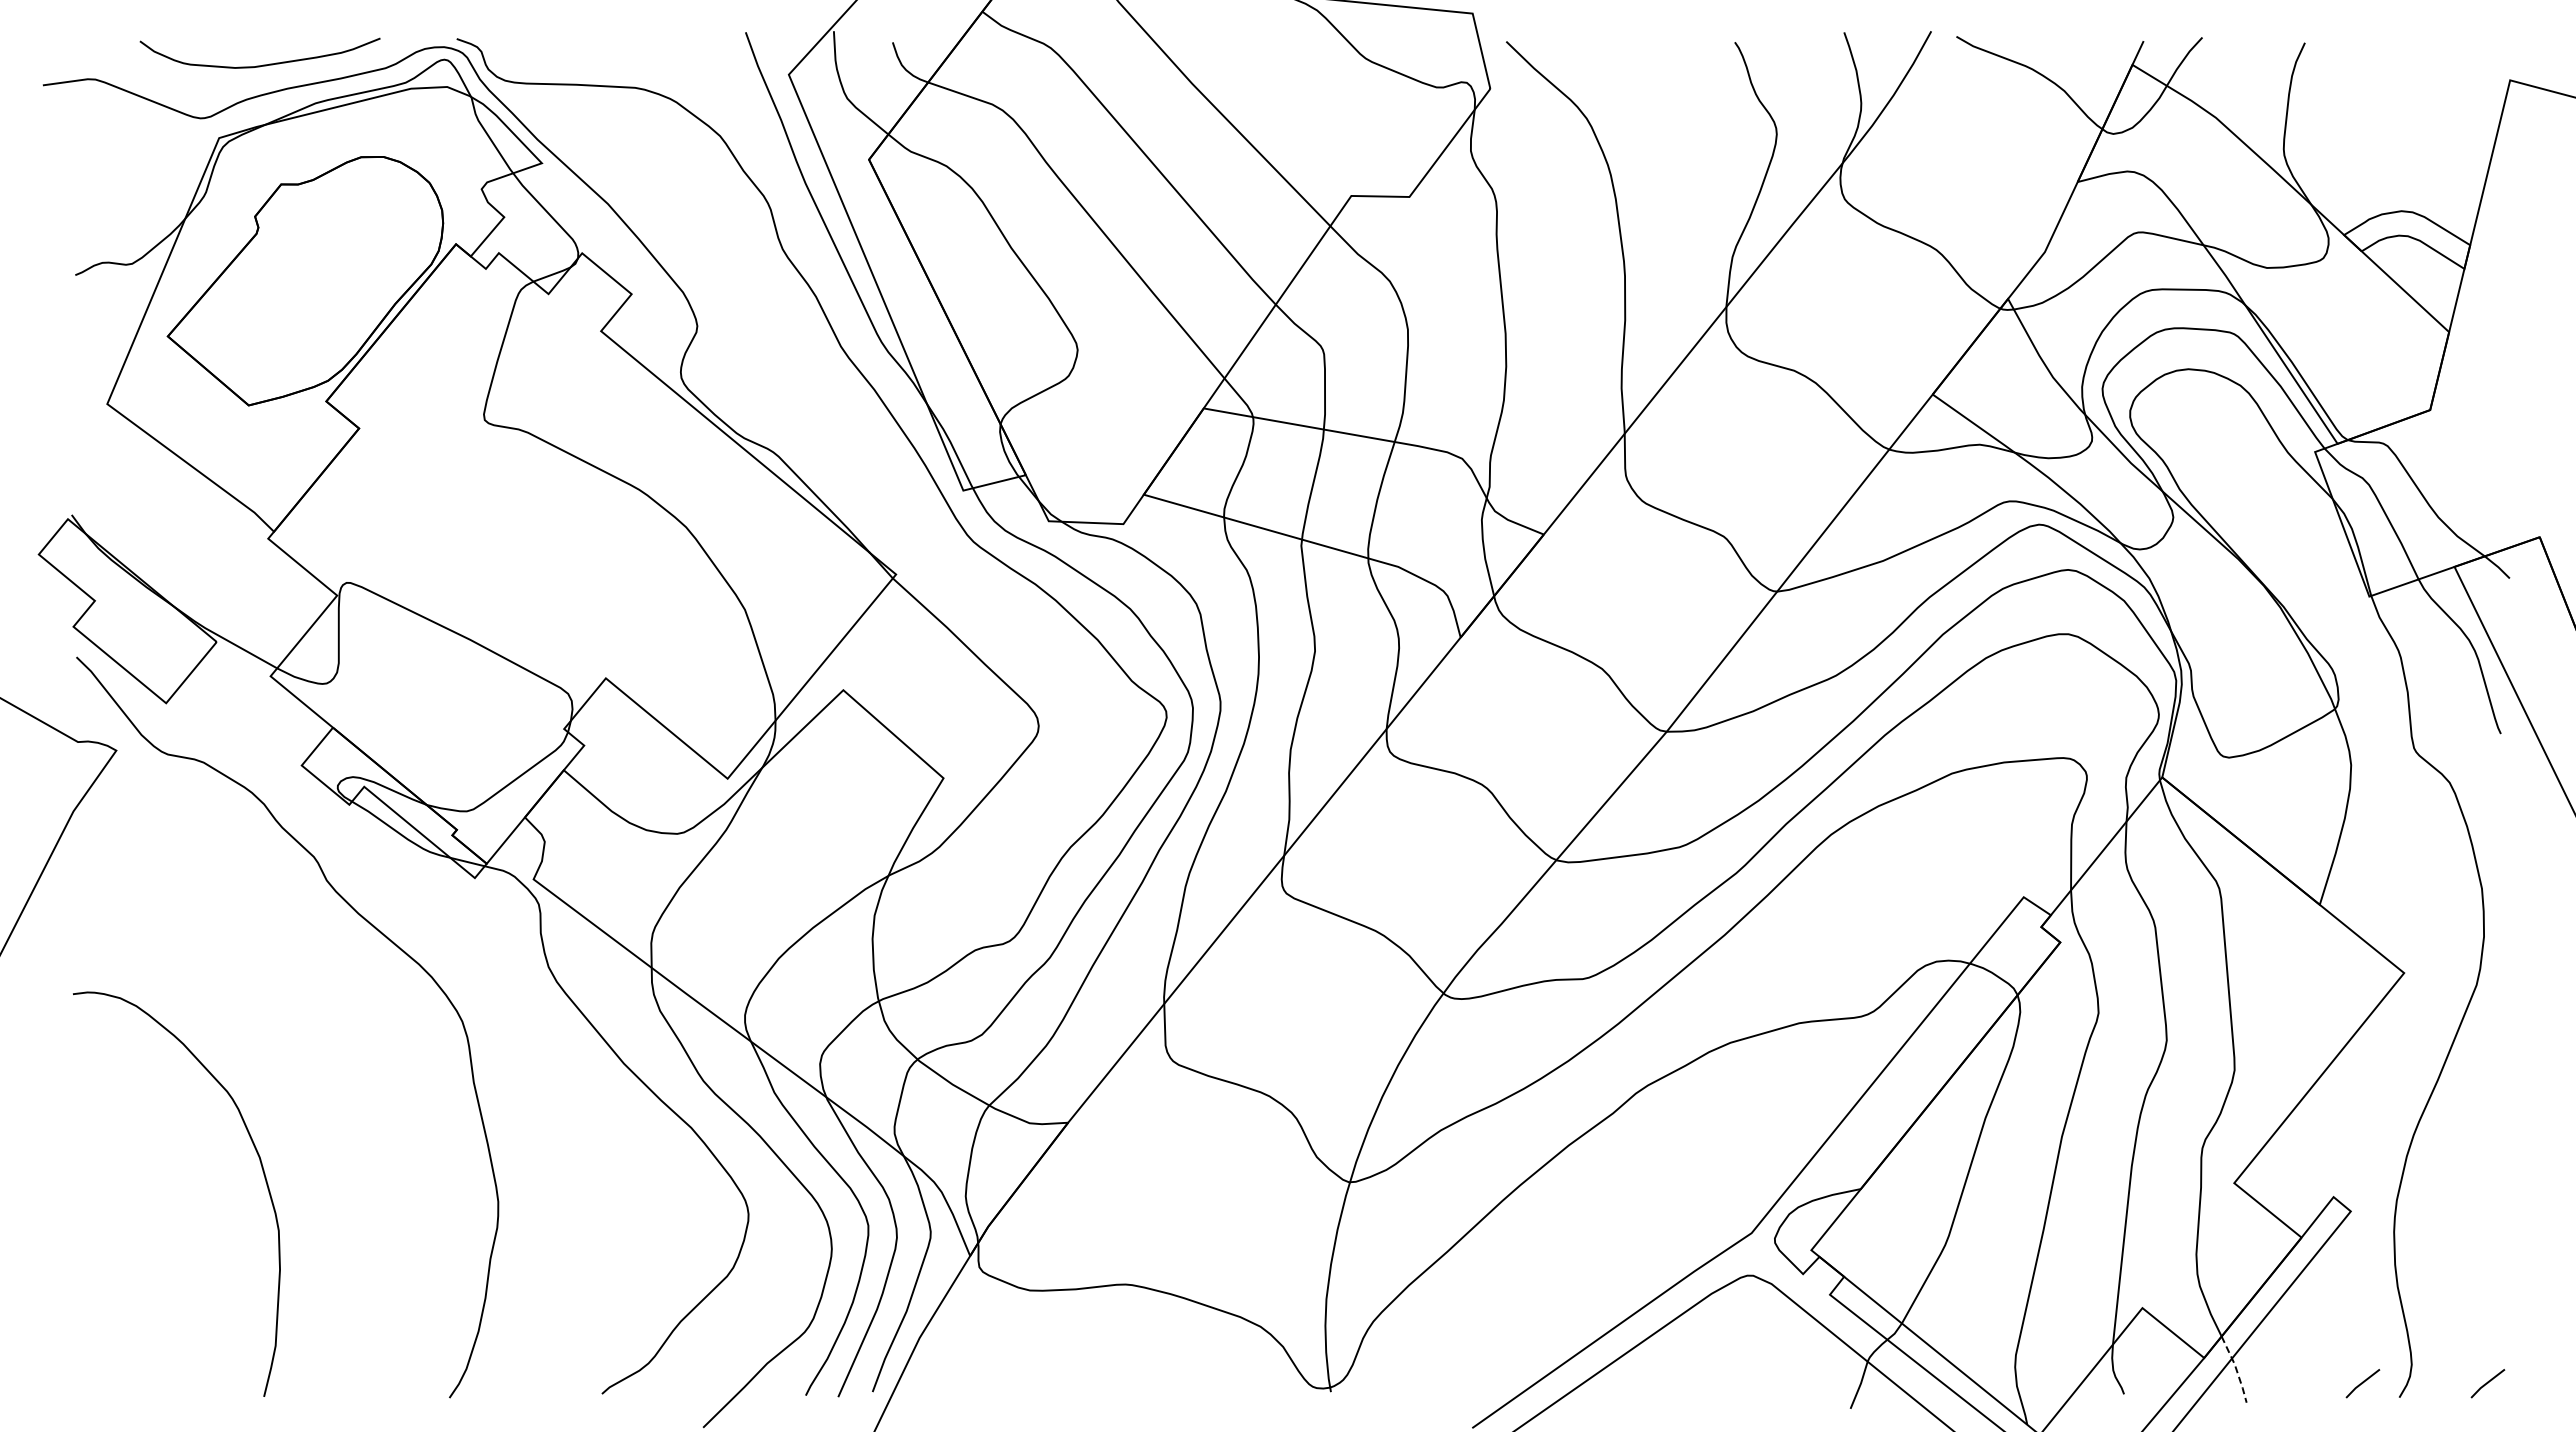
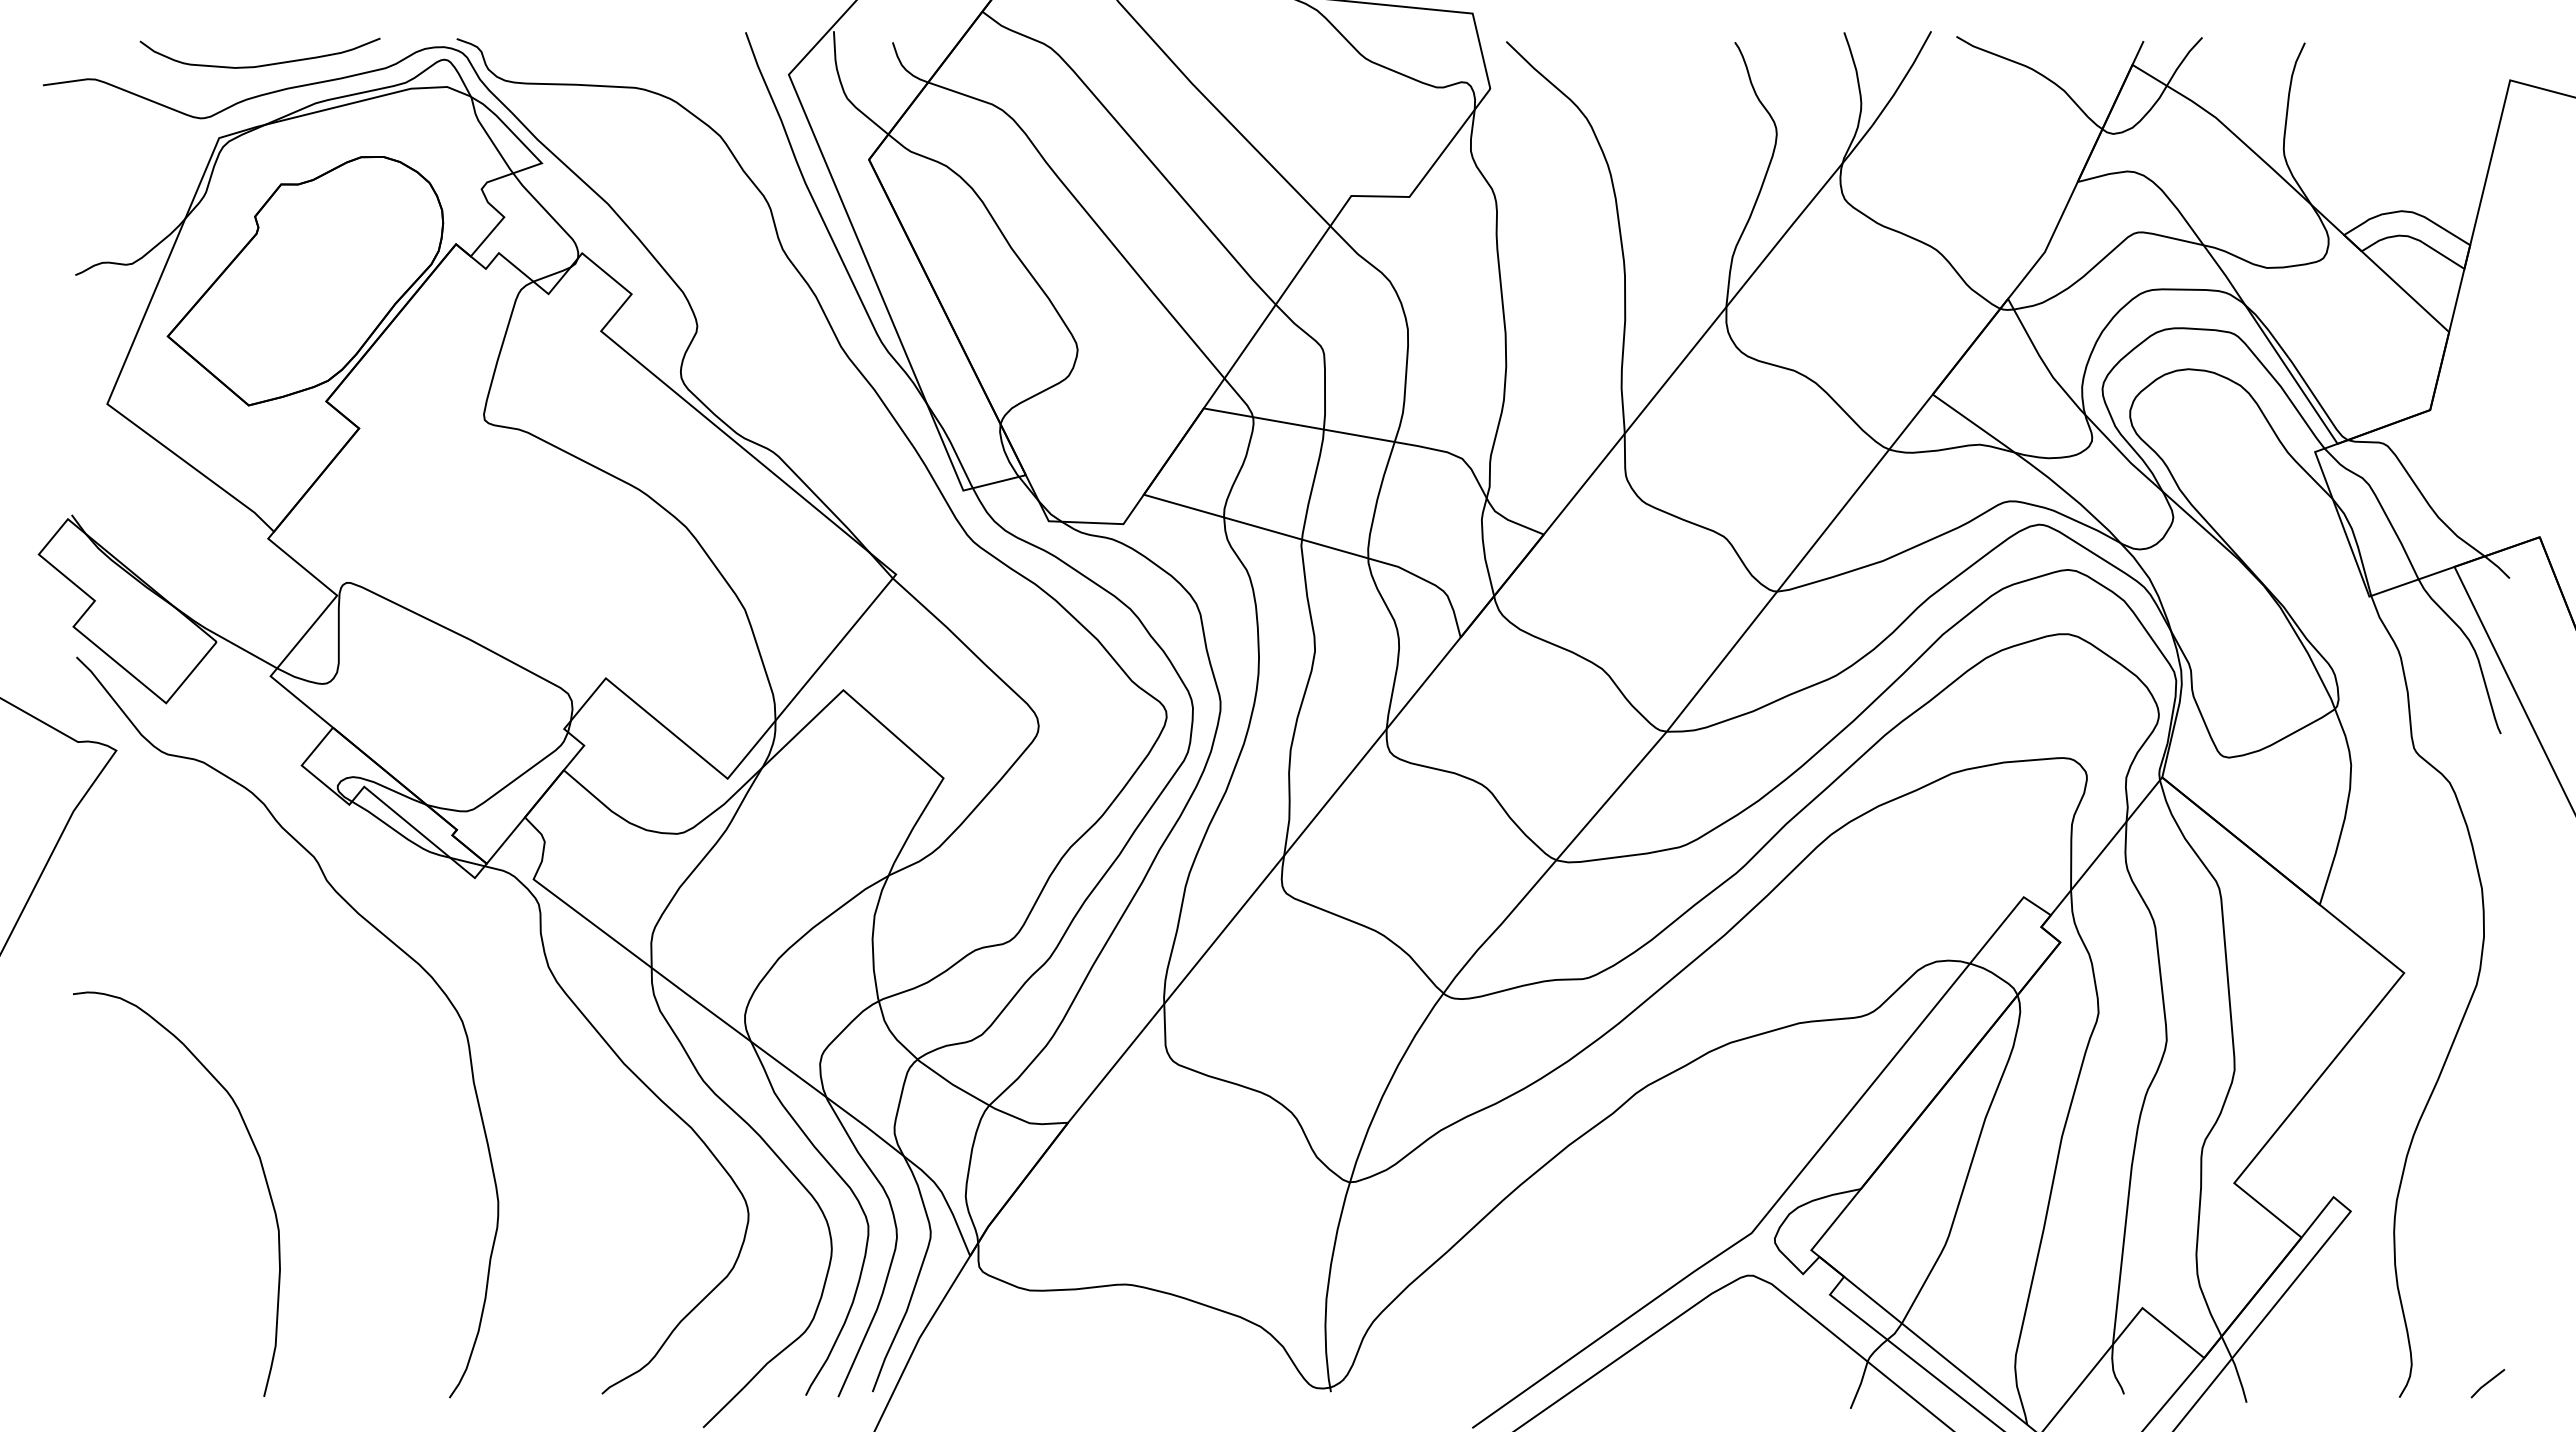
line at (2236, 1369): dashed -> solid
line at (2362, 1383): present -> none
